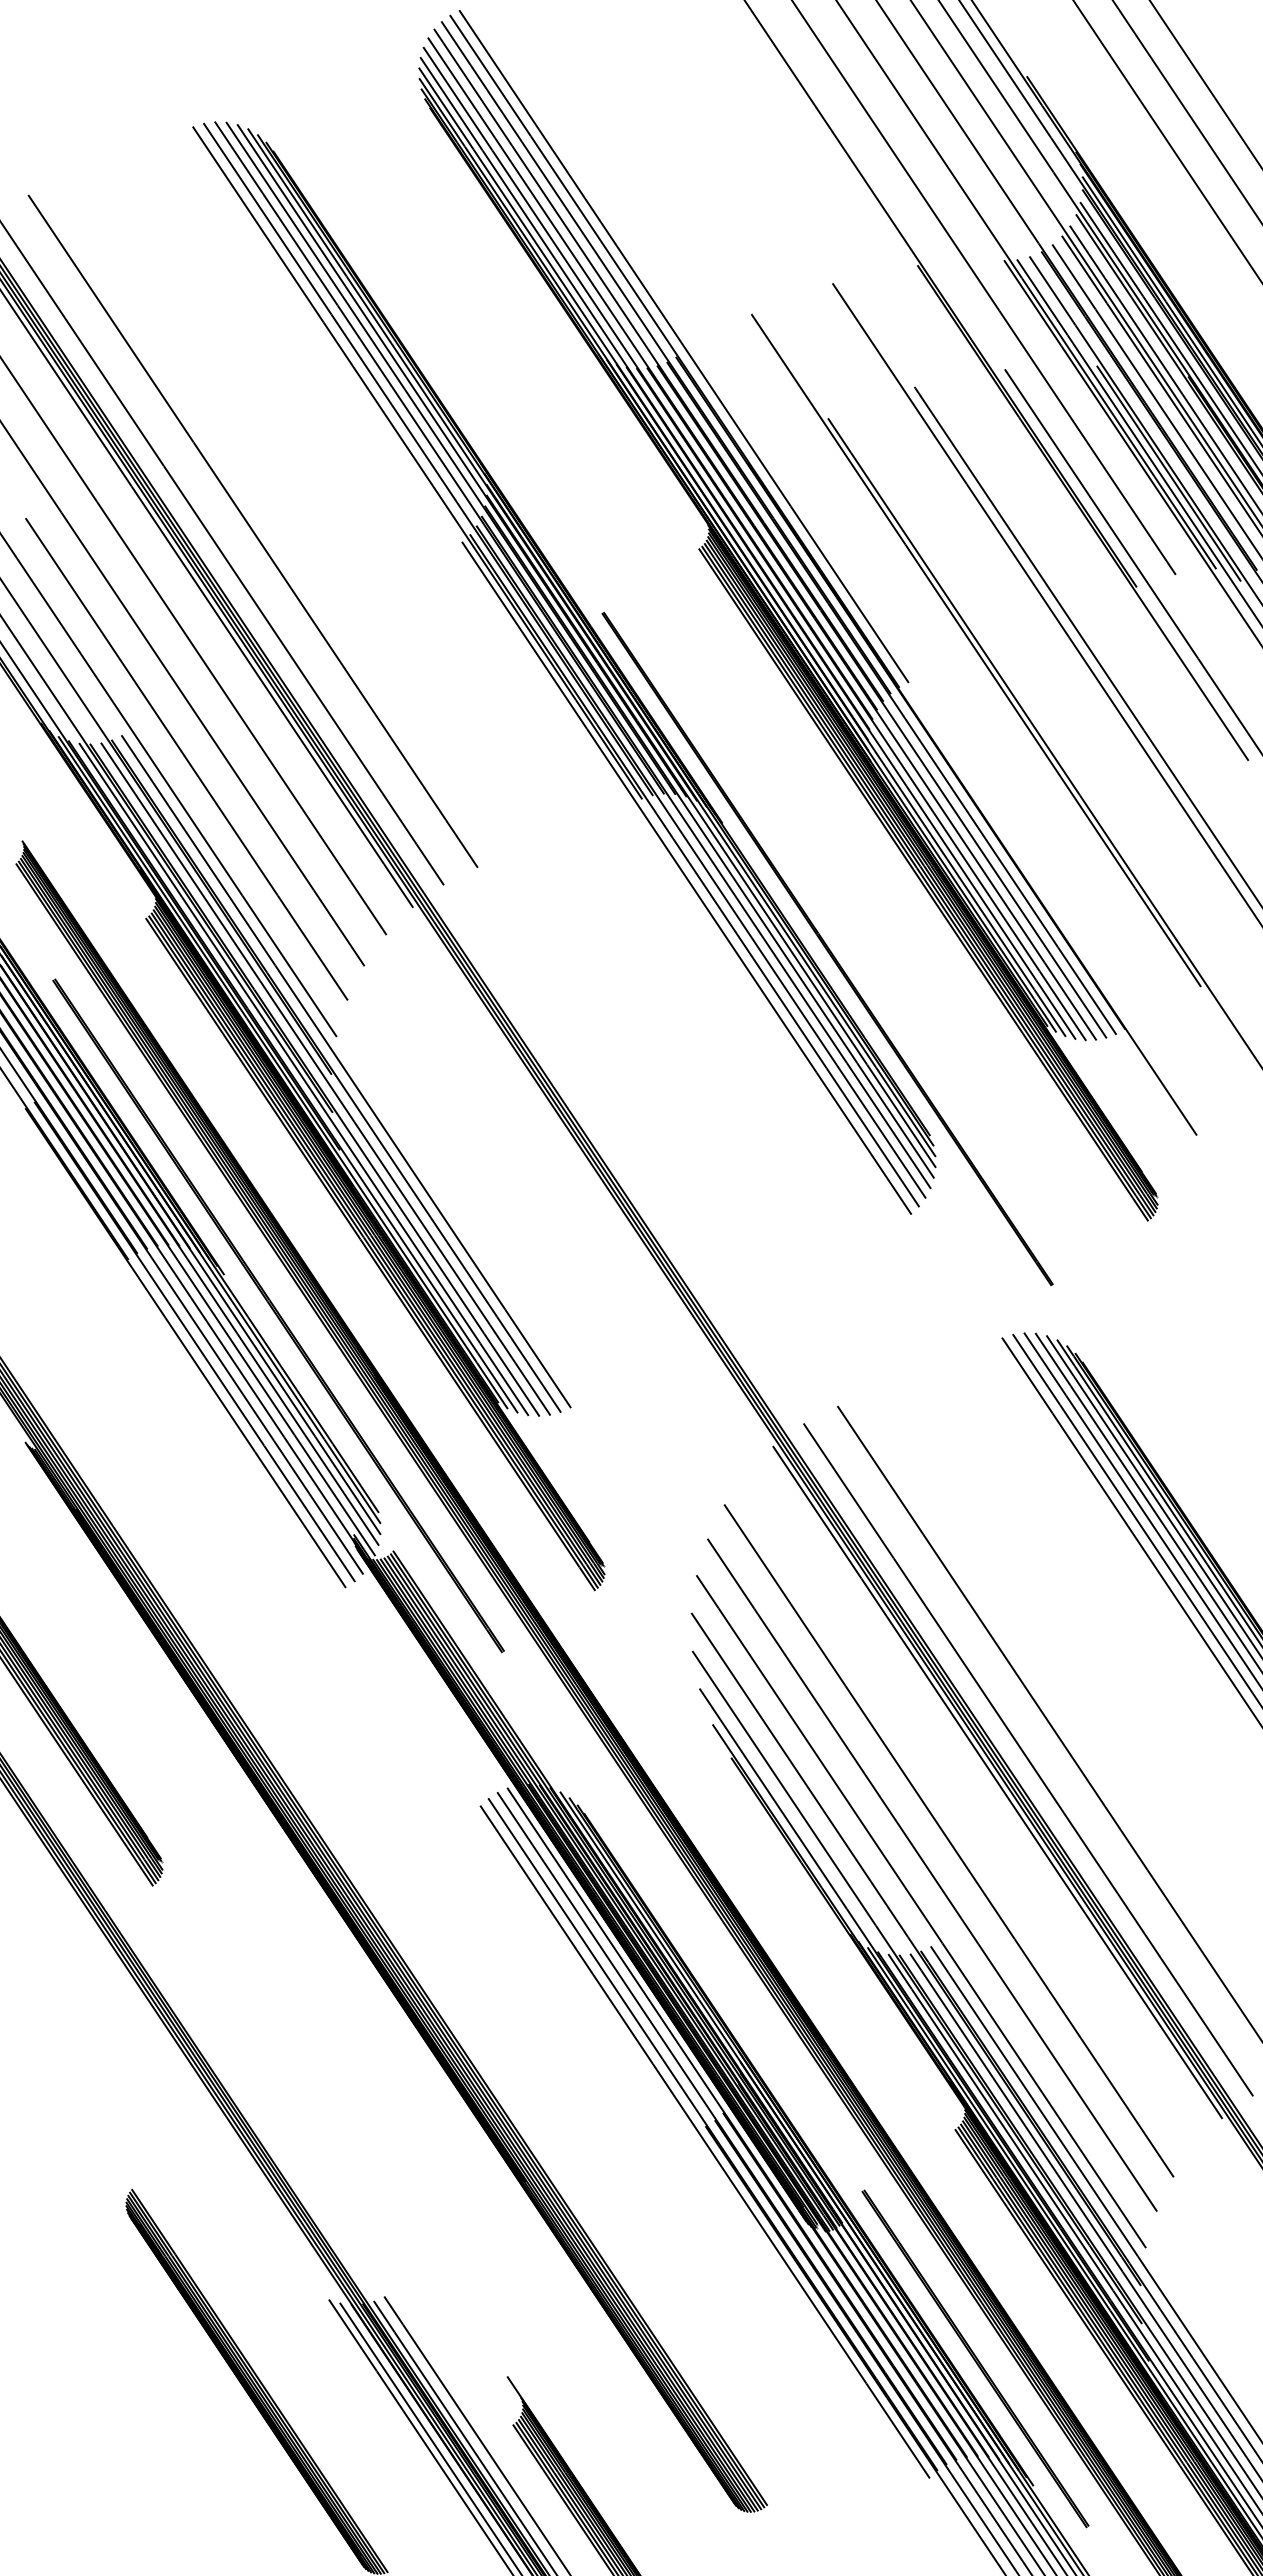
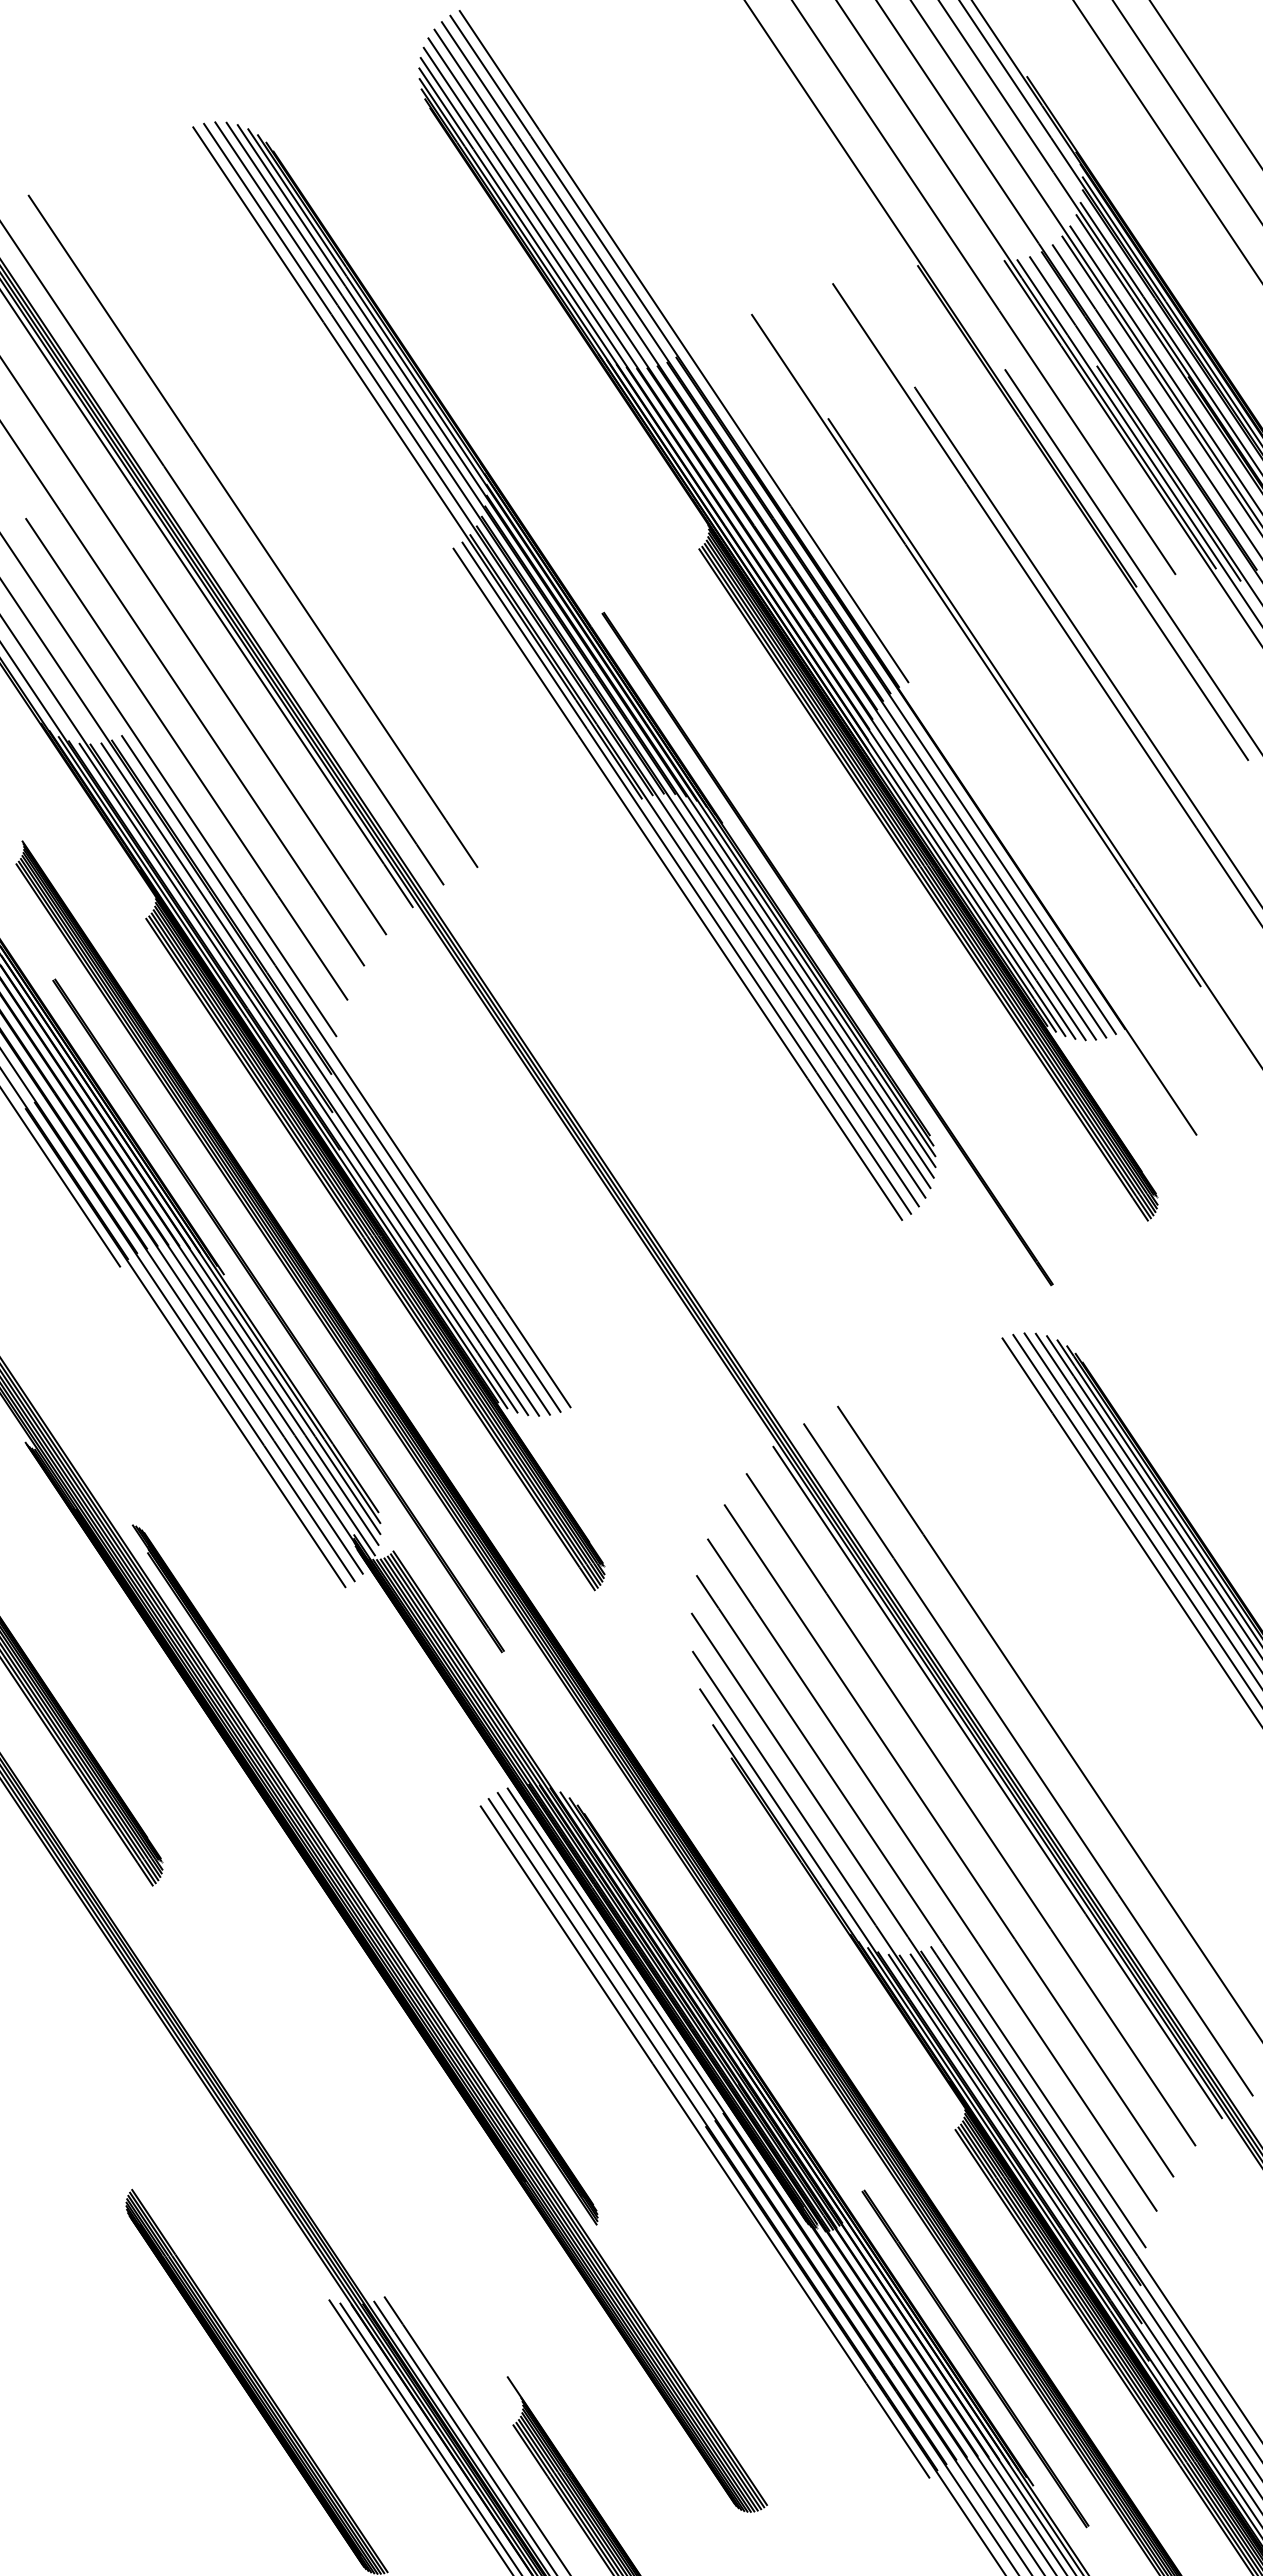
line at (677, 883): none -> present
line at (61, 1178): none -> present
line at (970, 1809): none -> present
part at (364, 1874): none -> present
